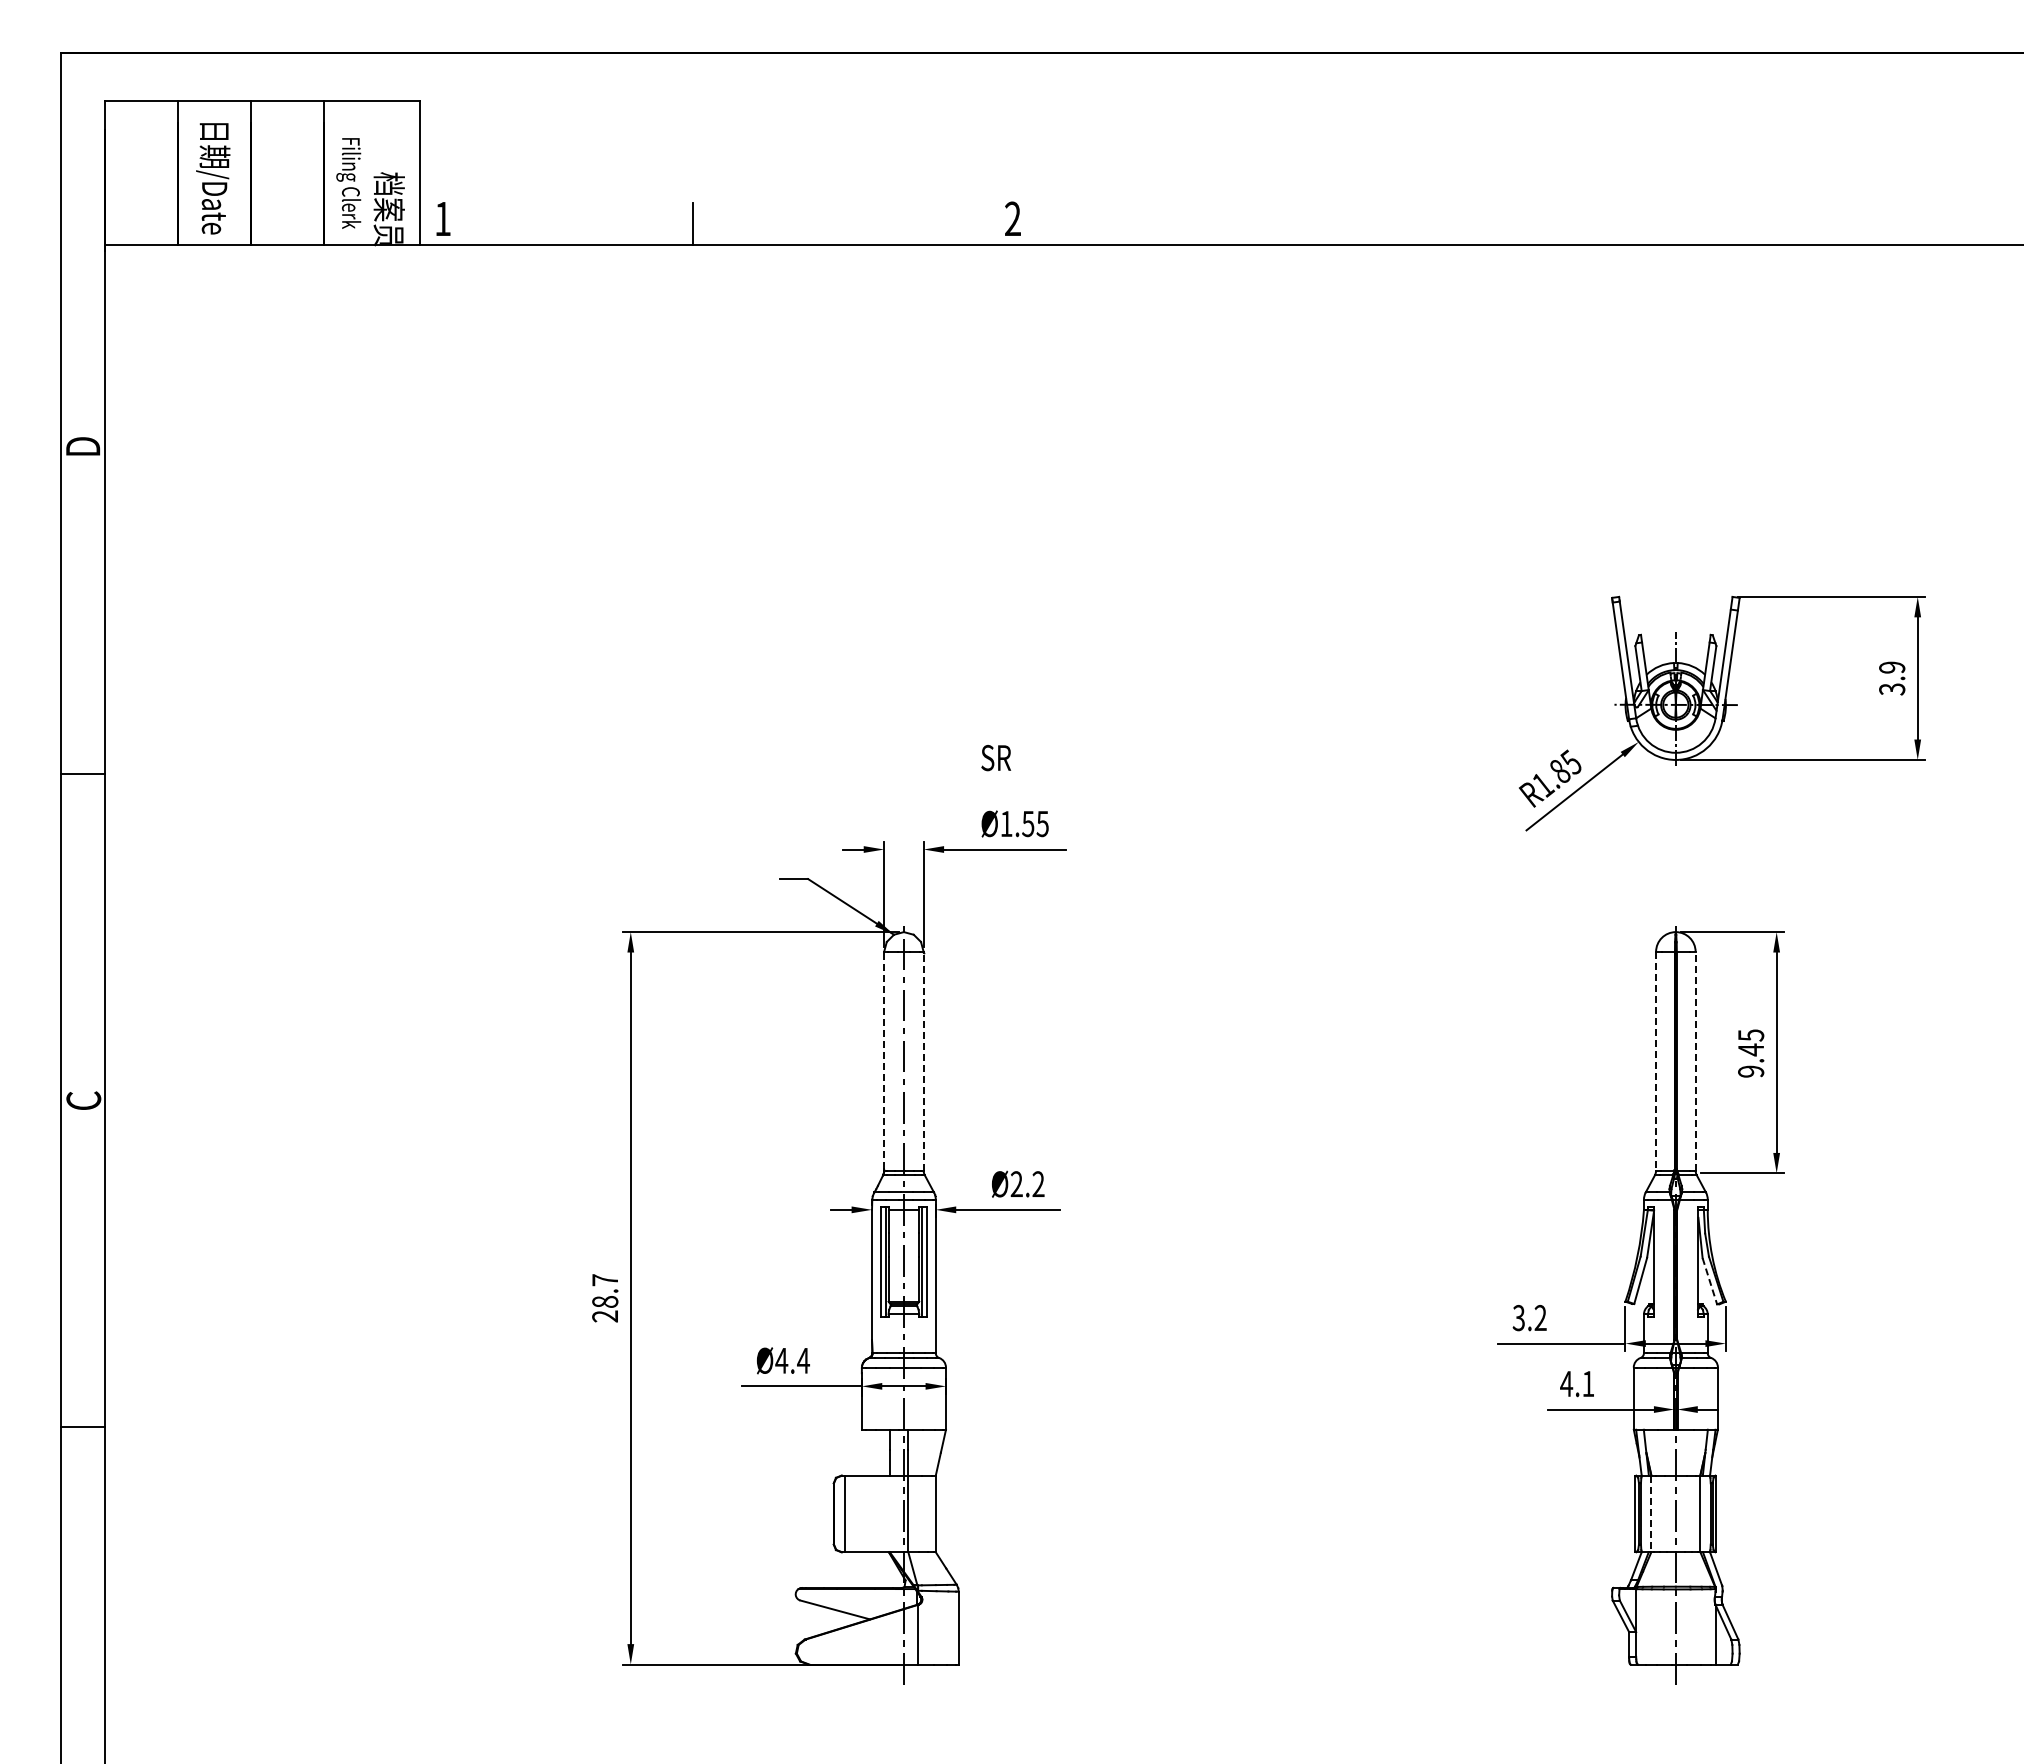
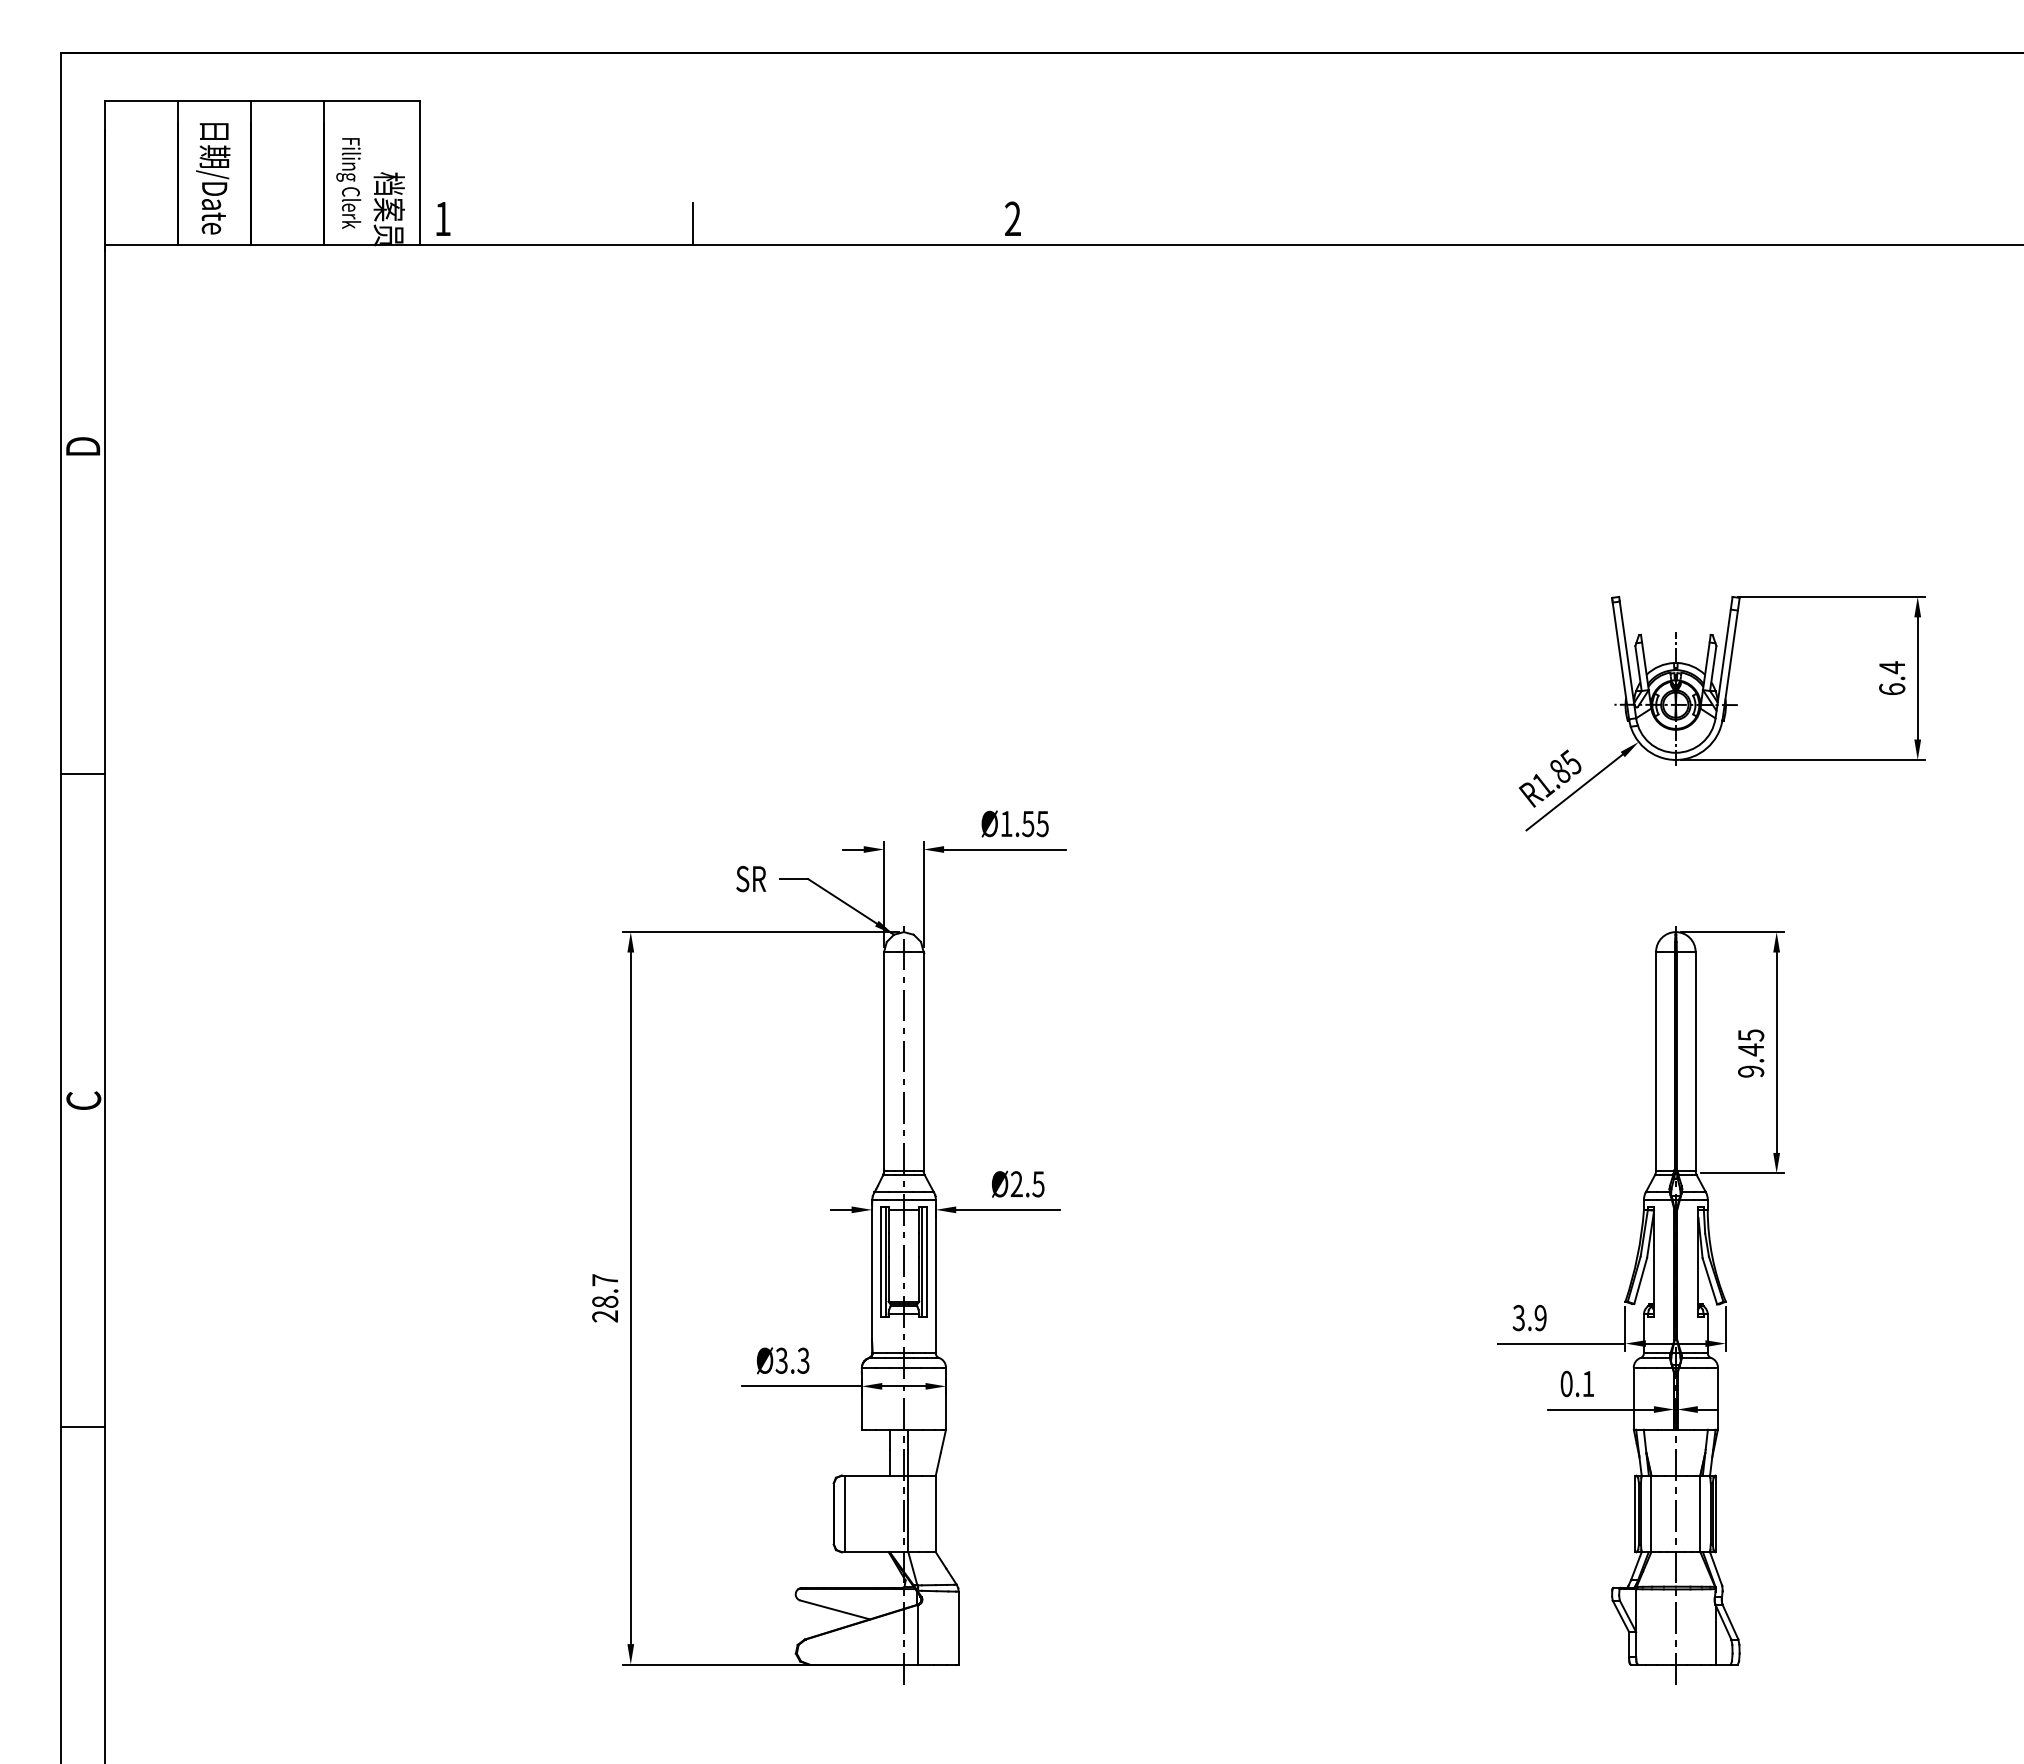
text at (1892, 678): 3.9 -> 6.4
text at (996, 758) position: (996, 758) -> (751, 879)
line at (884, 1060): dashed -> solid
line at (1695, 1060): dashed -> solid
line at (923, 1061): dashed -> solid
line at (1656, 1061): dashed -> solid
text at (1038, 1184): Ø2.2 -> Ø2.5
line at (1710, 1281): dashed -> solid
text at (1540, 1318): 3.2 -> 3.9
text at (792, 1360): Ø4.4 -> Ø3.3
text at (1566, 1383): 4.1 -> 0.1
line at (1651, 1514): dashed -> solid
